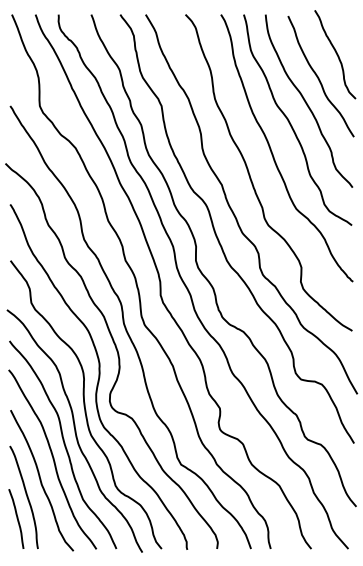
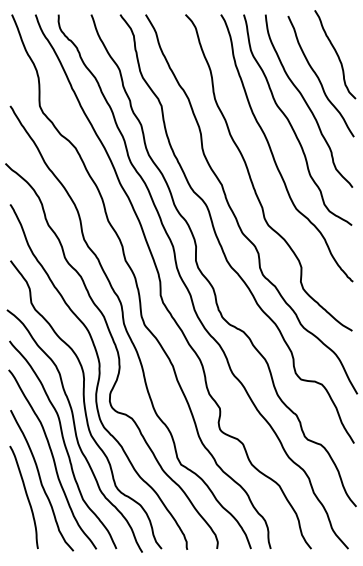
curve at (16, 518): present -> none
